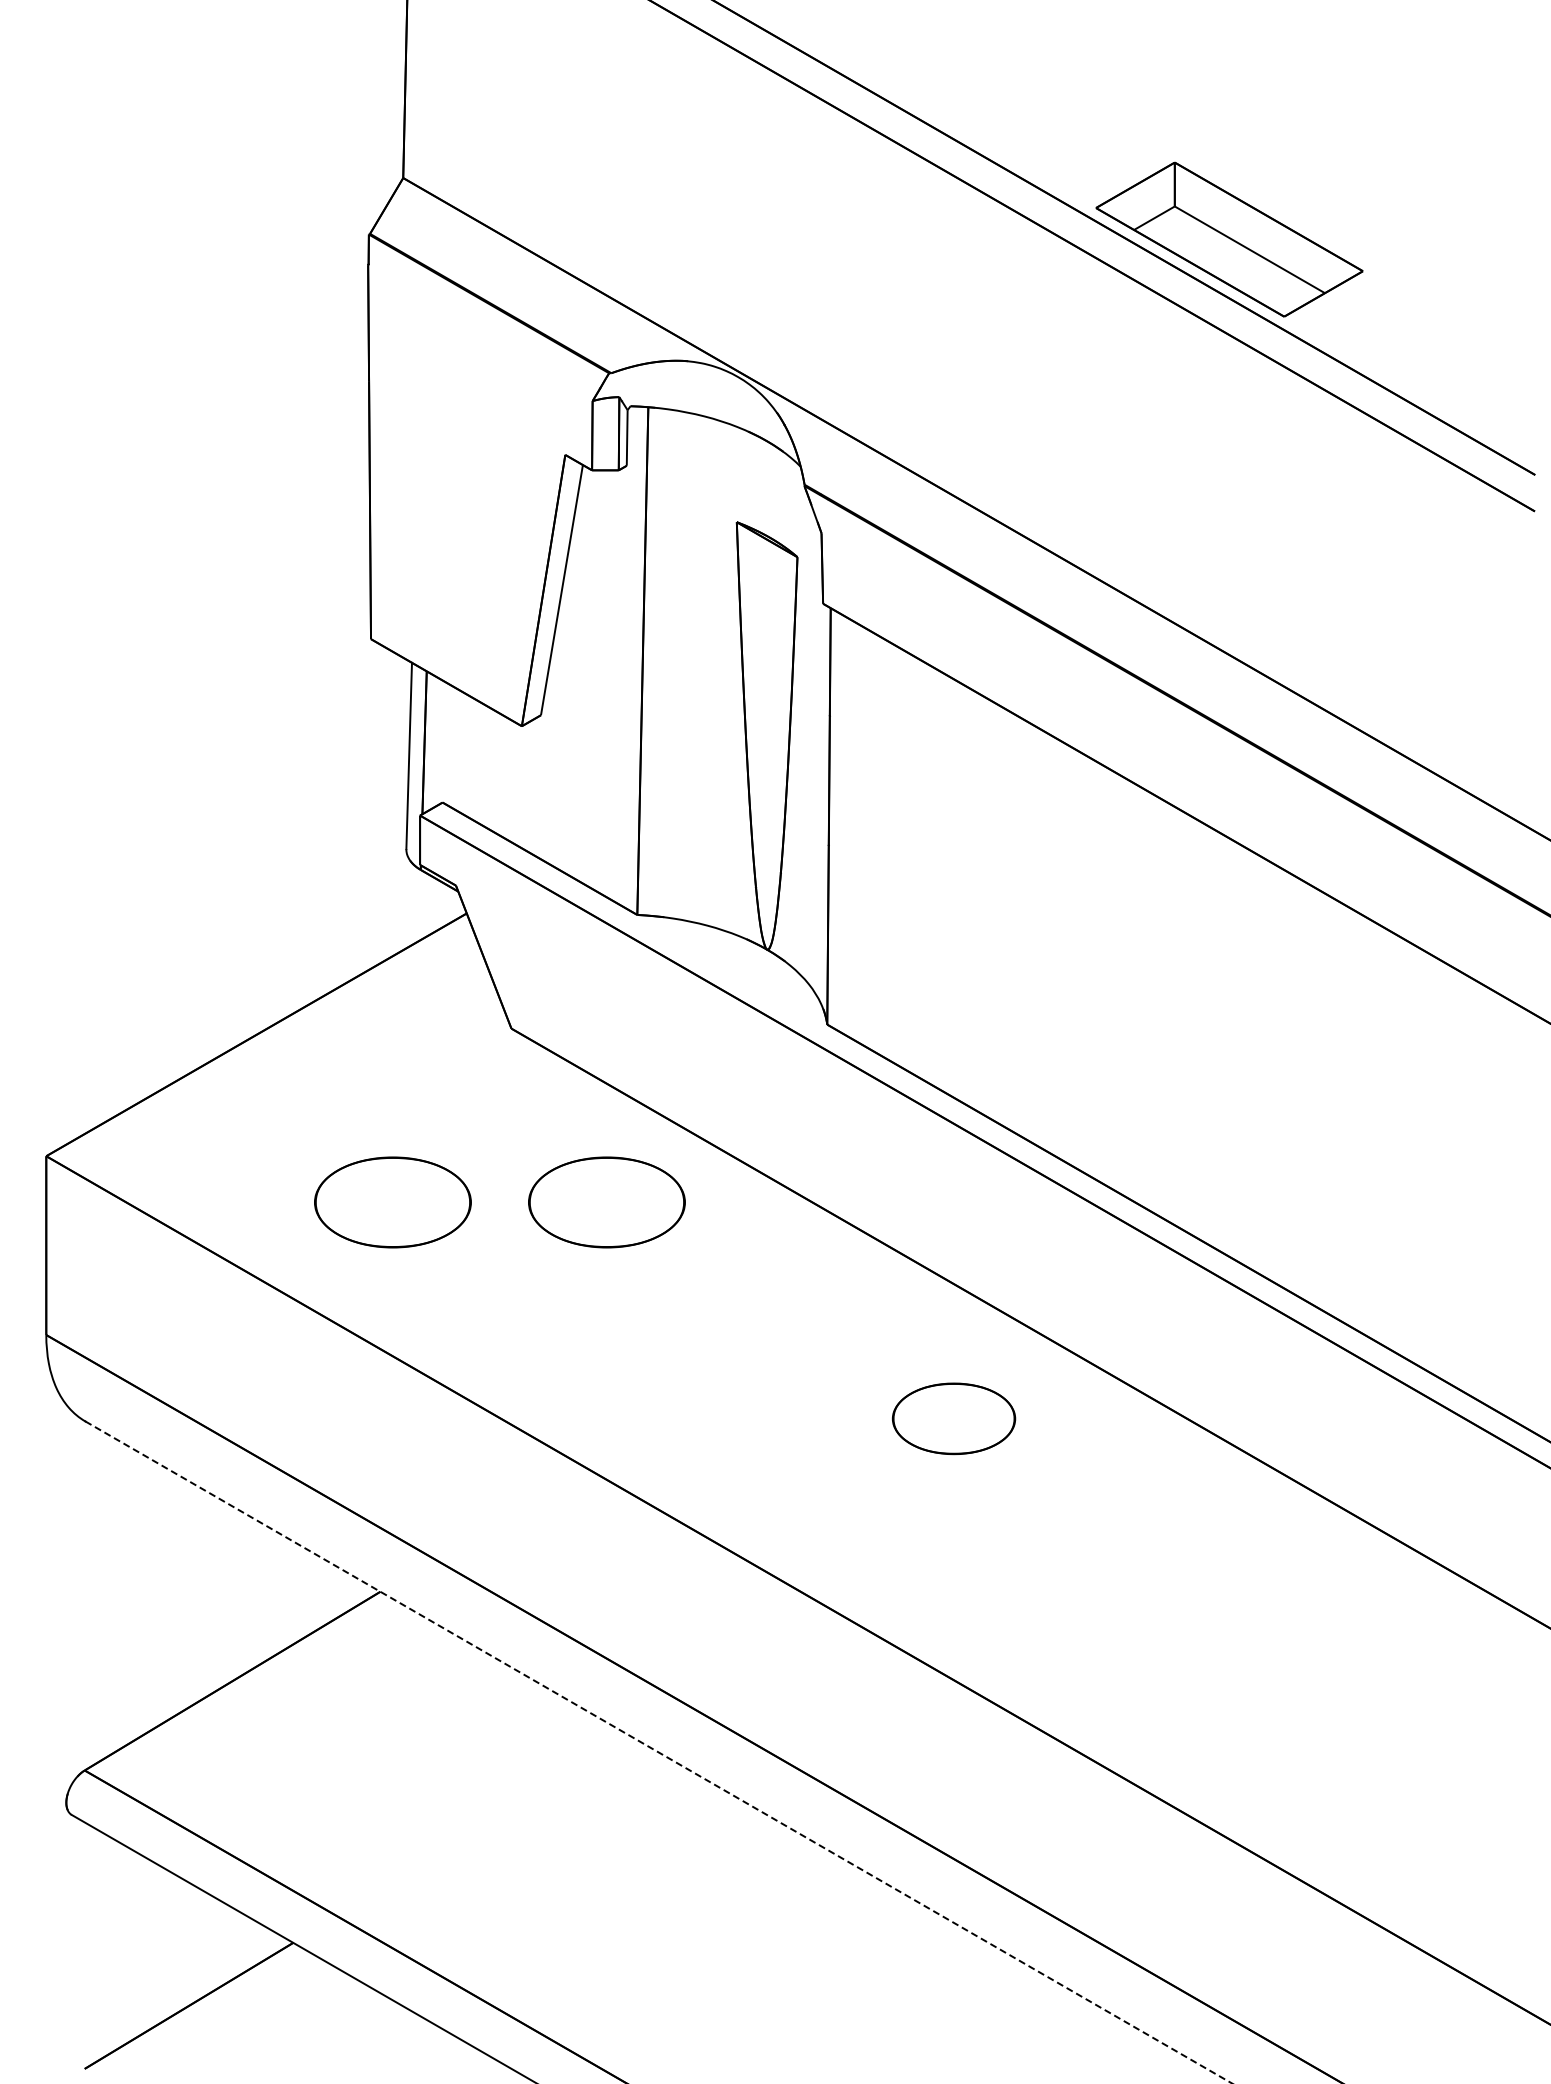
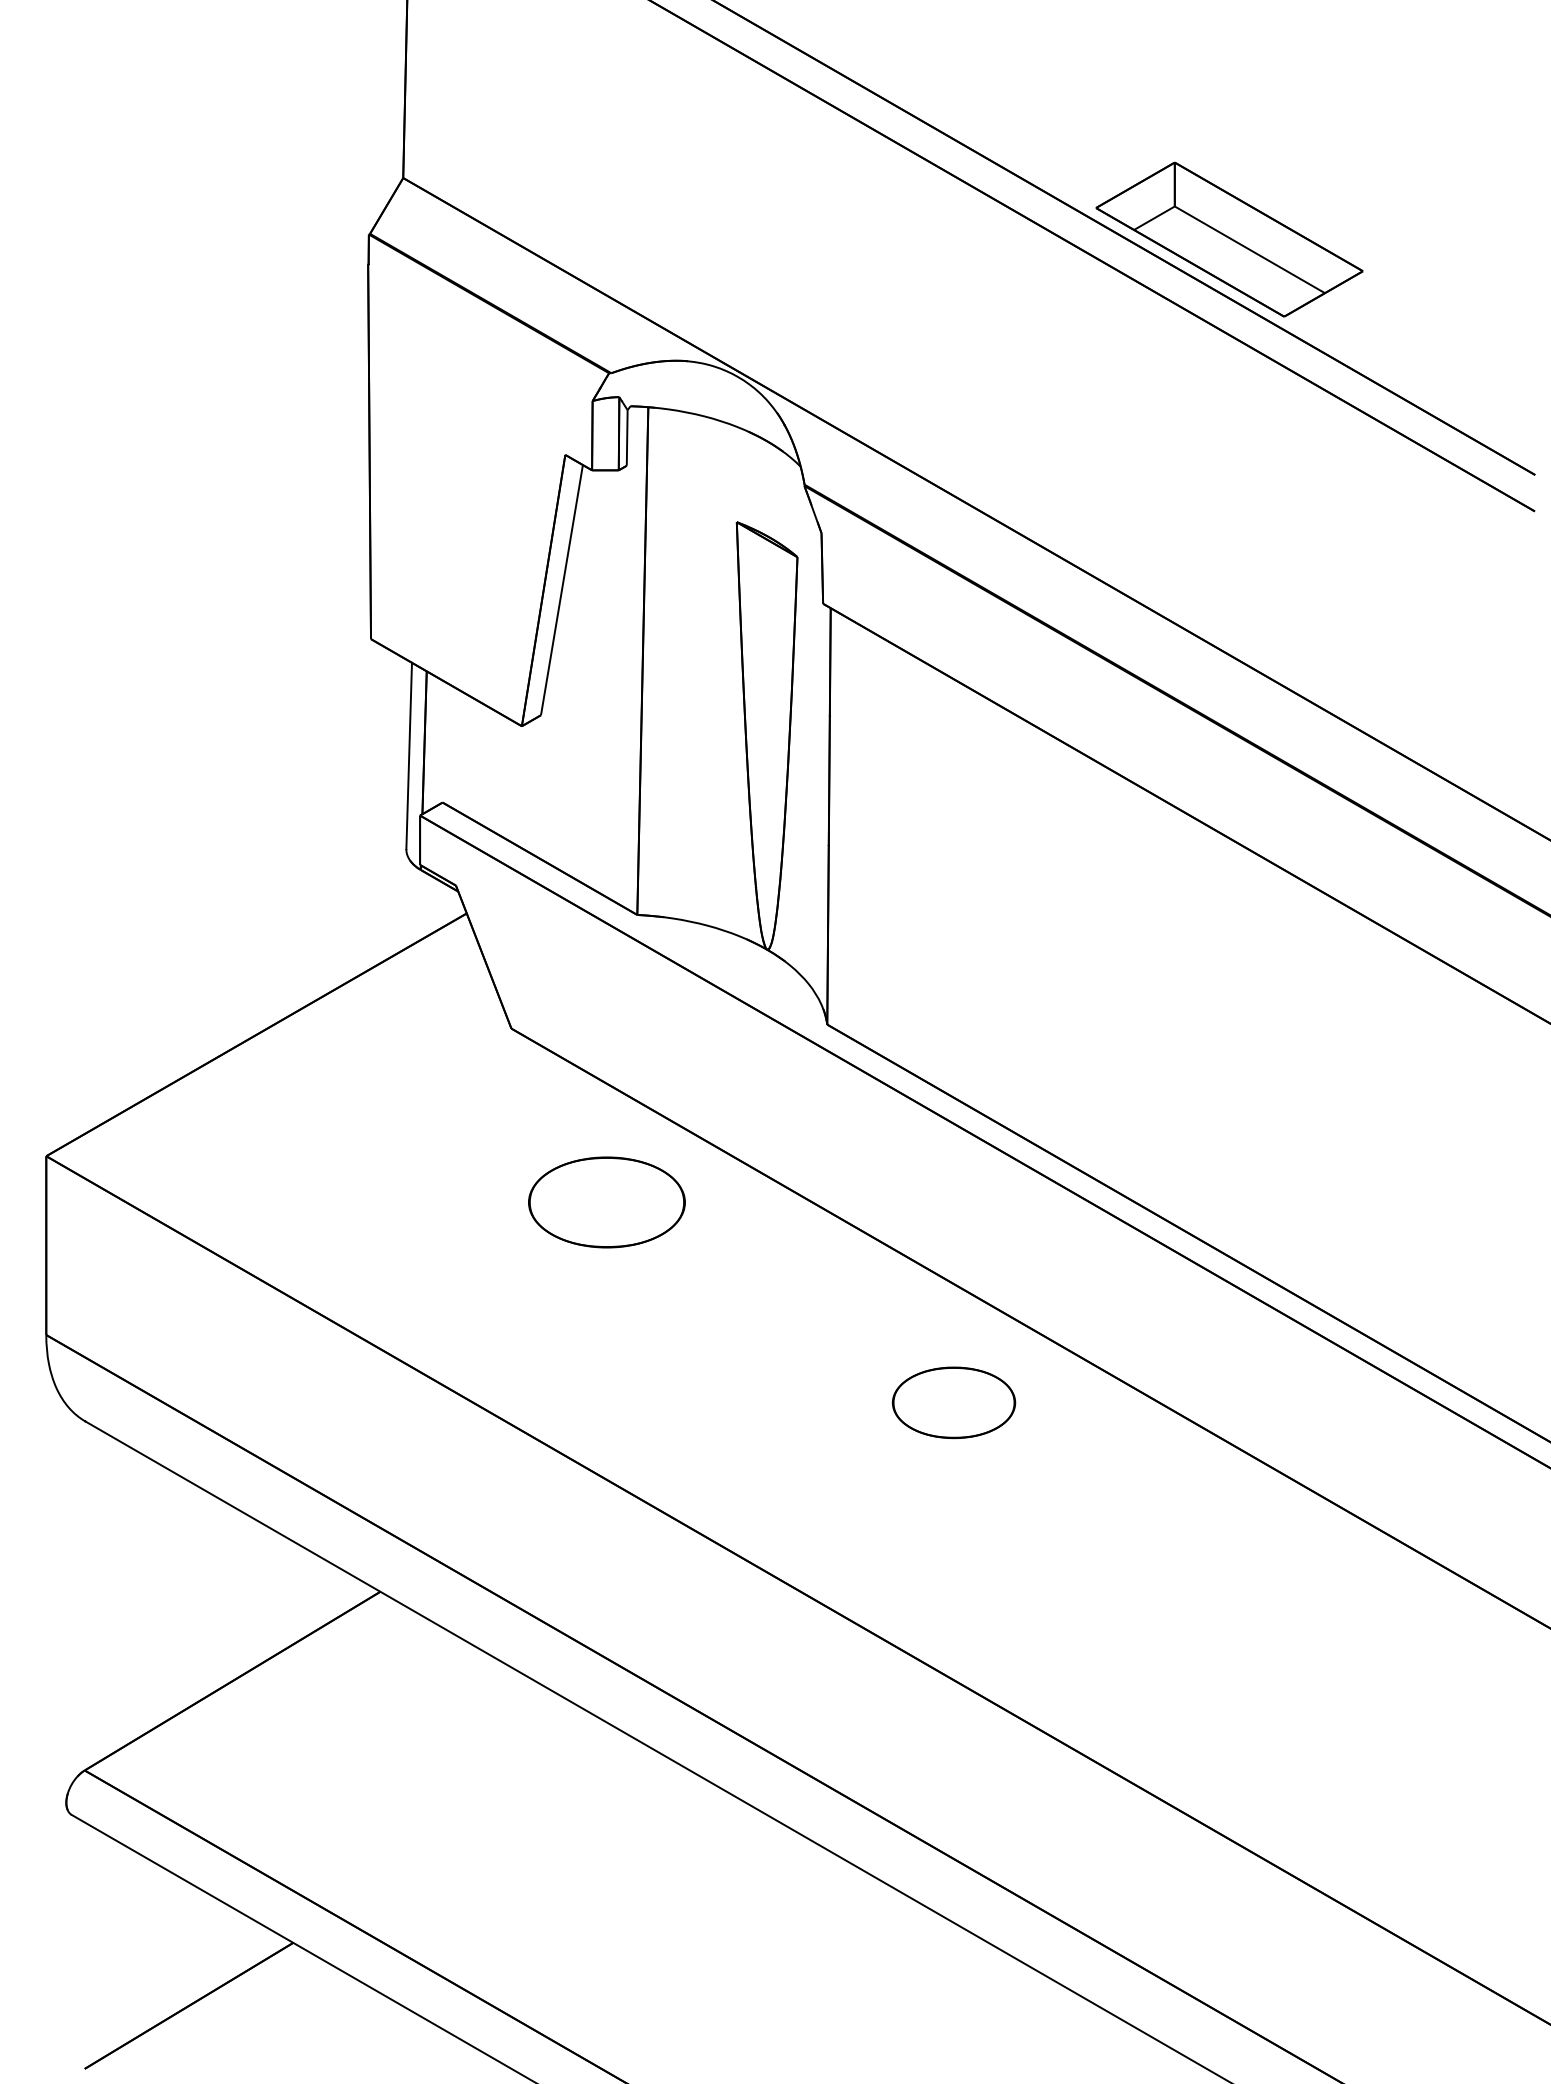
part at (392, 1202): present -> none
part at (953, 1418) position: (953, 1418) -> (953, 1402)
line at (659, 1752): dashed -> solid
